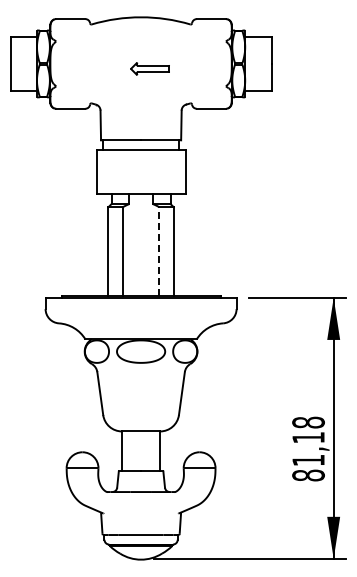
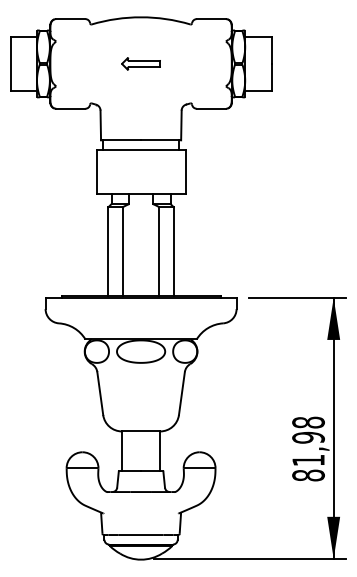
part at (149, 68) position: (149, 68) -> (140, 63)
line at (159, 251): dashed -> solid
text at (308, 437): 81,18 -> 81,98
